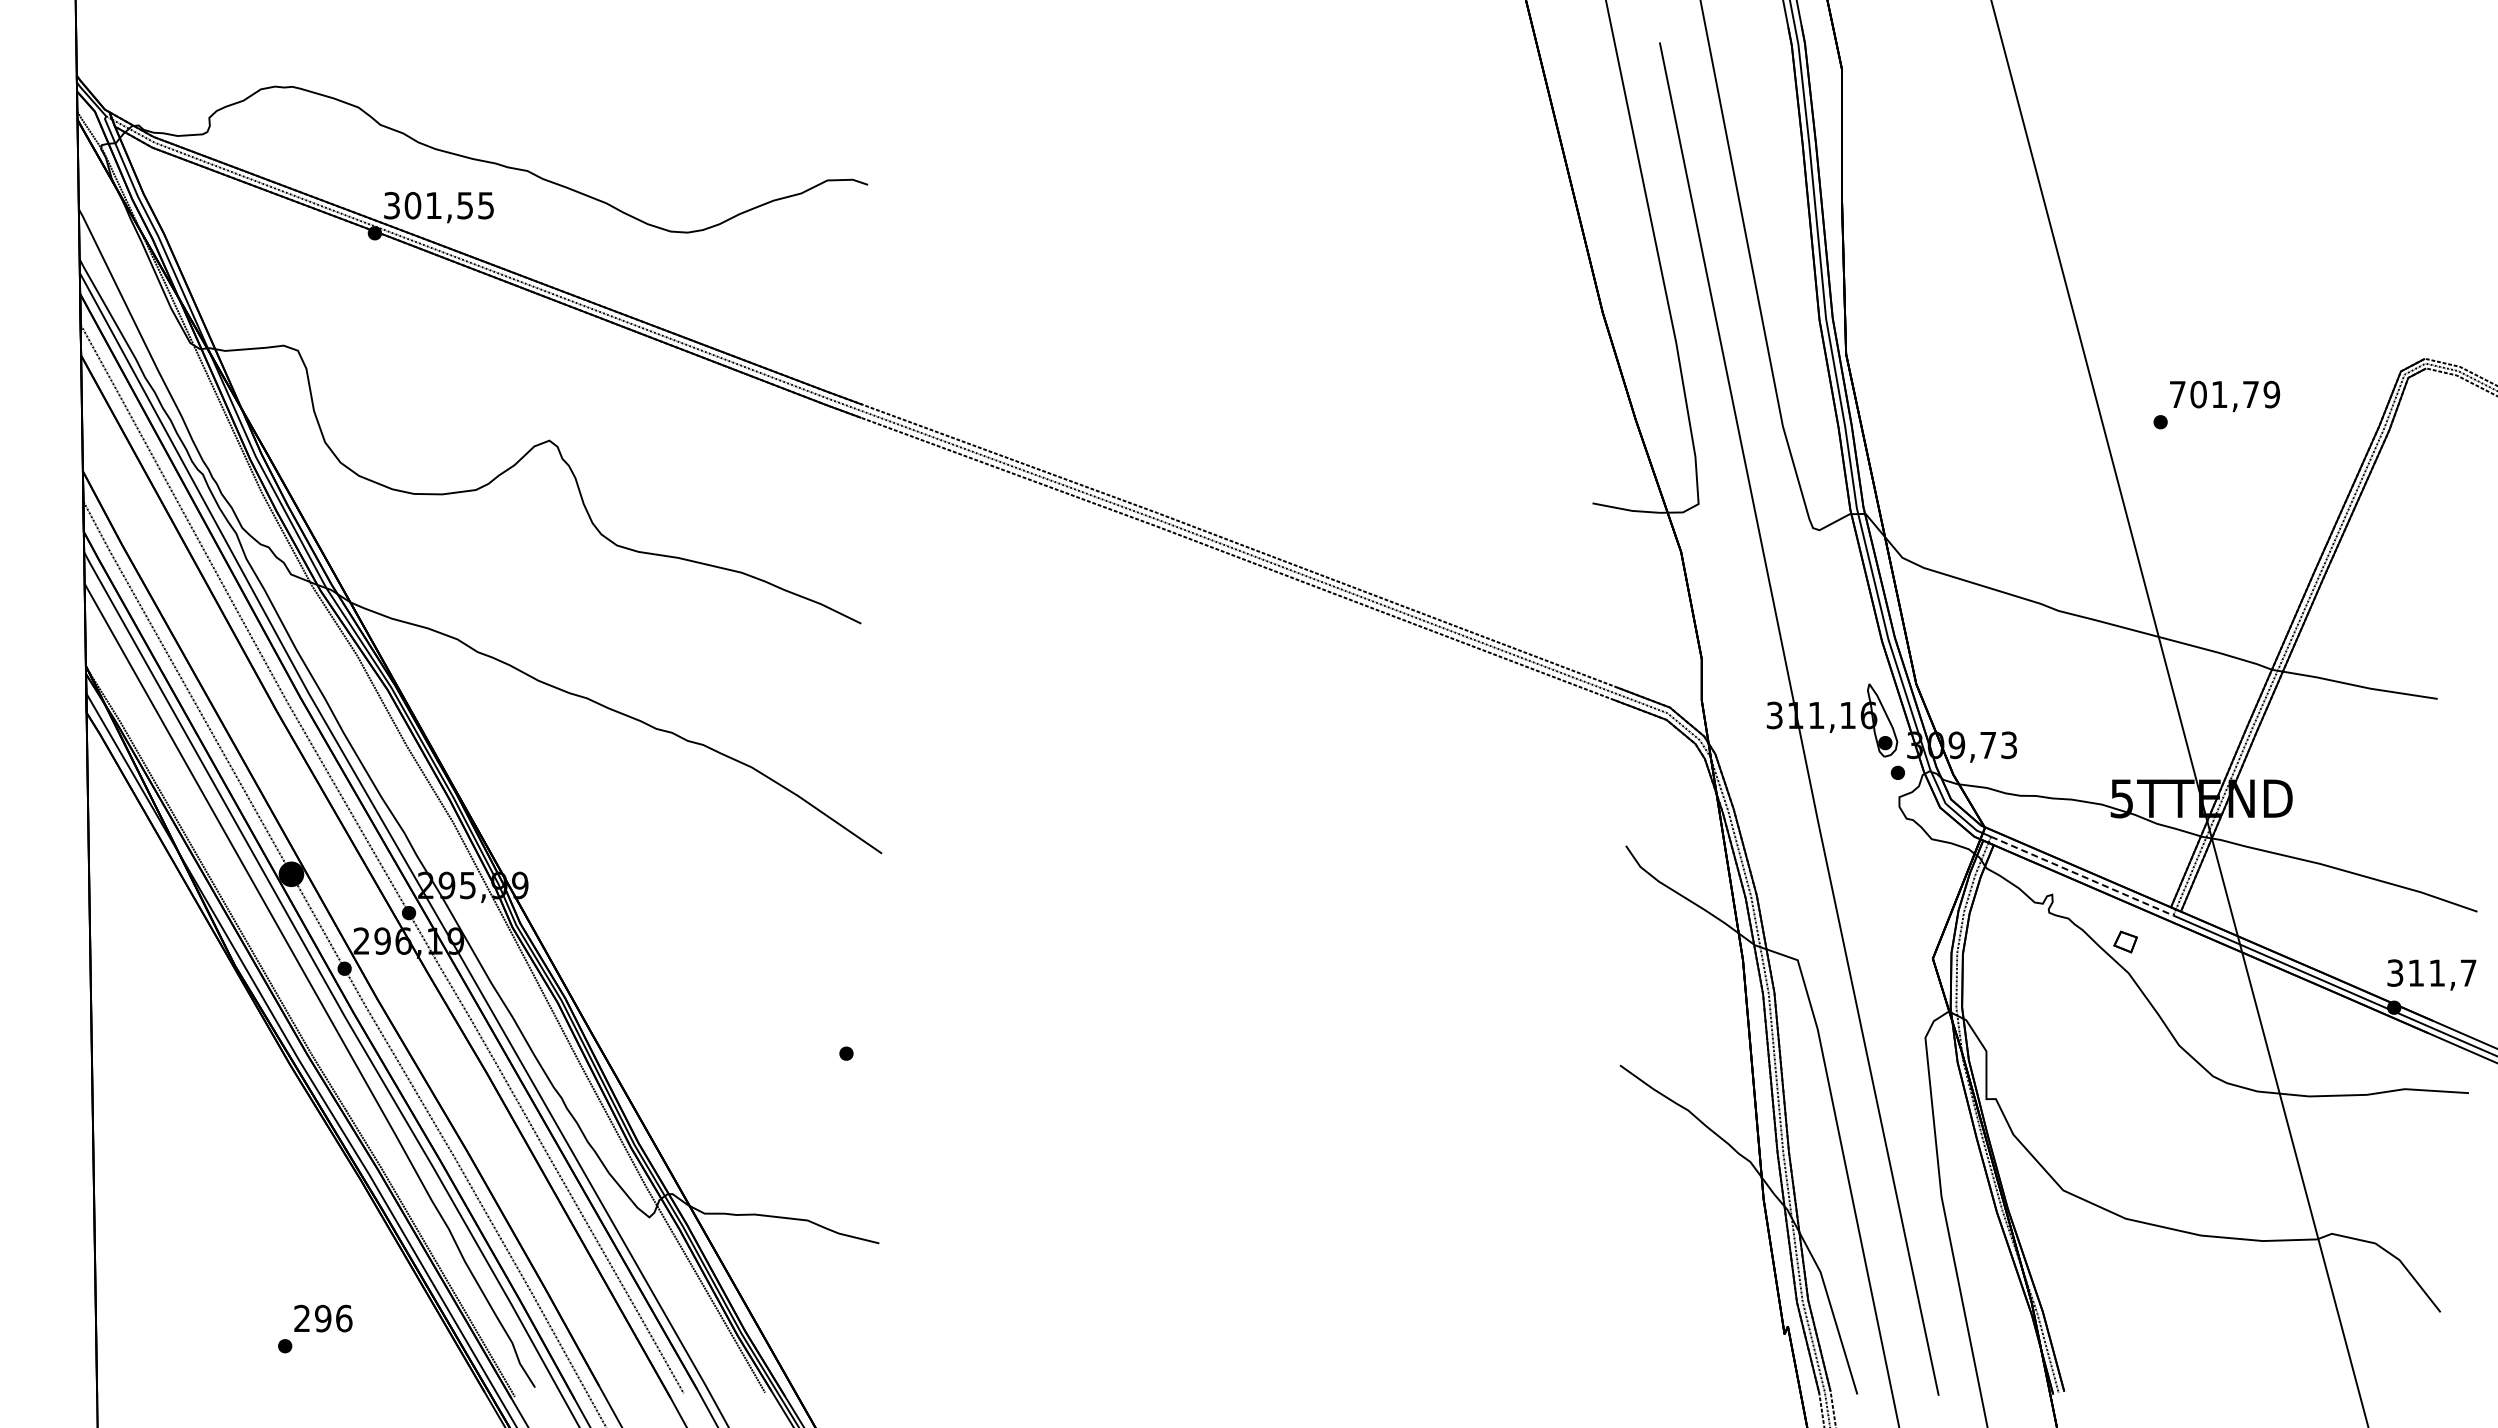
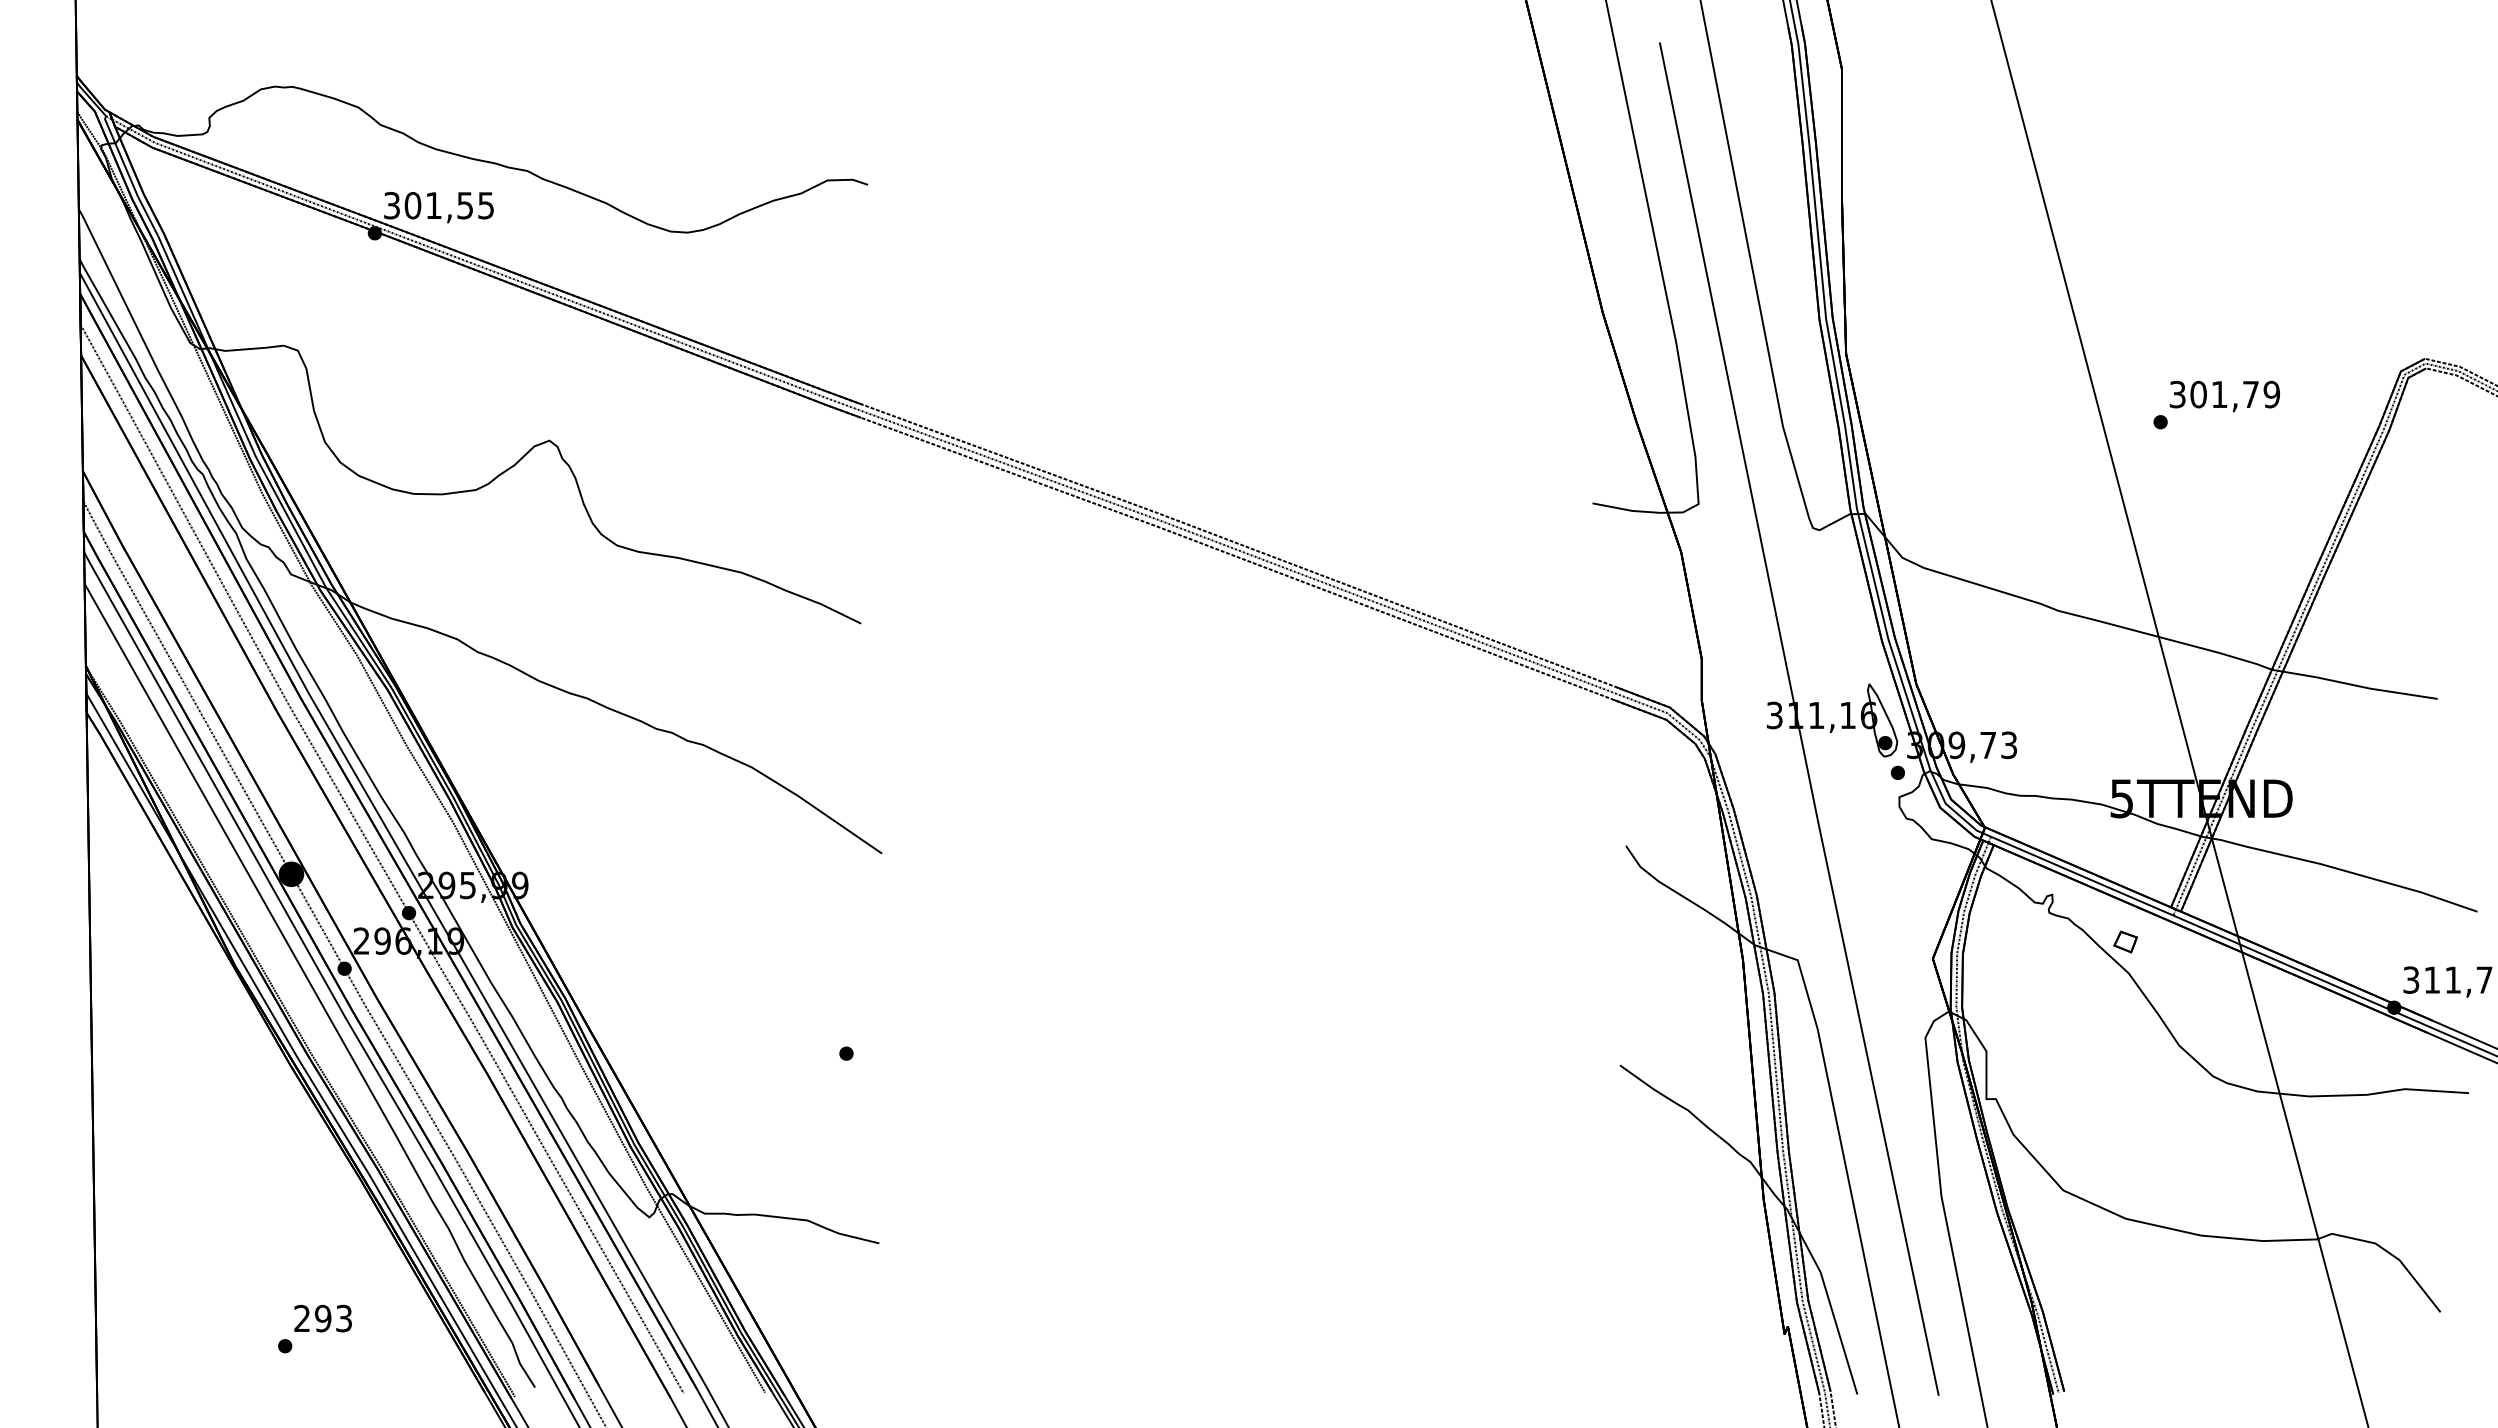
text at (2177, 394): 701,79 -> 301,79
line at (2082, 876): dashed -> solid
text at (2431, 974) position: (2431, 974) -> (2447, 981)
text at (344, 1318): 296 -> 293
